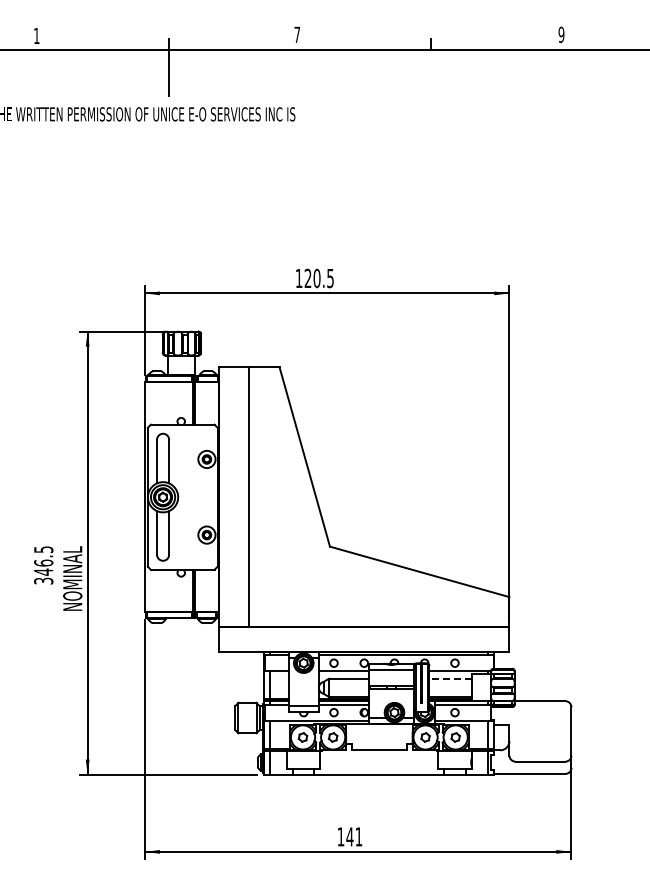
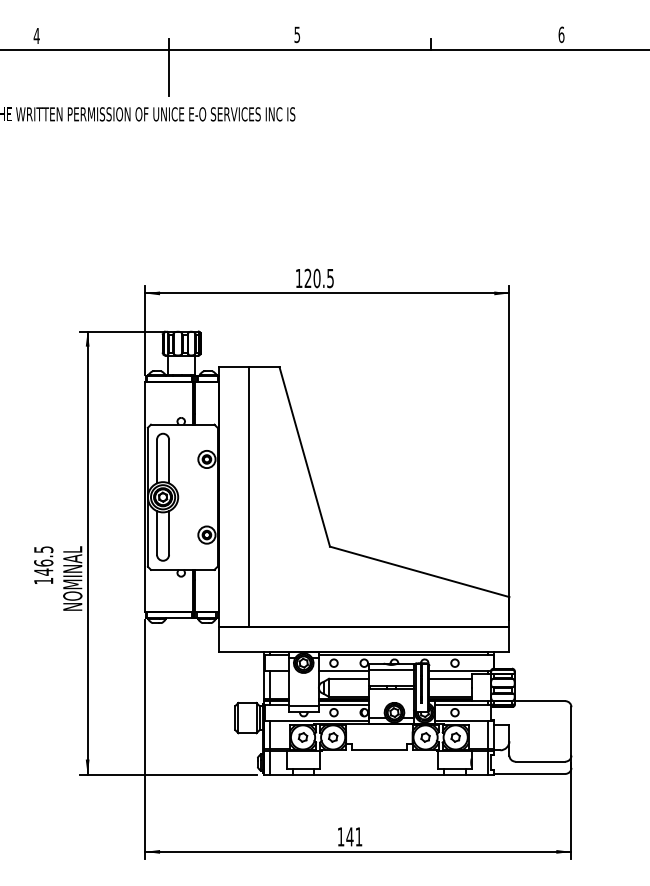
text at (561, 34): 9 -> 6
text at (36, 35): 1 -> 4
text at (297, 35): 7 -> 5
text at (43, 580): 346.5 -> 146.5
line at (449, 678): dashed -> solid
